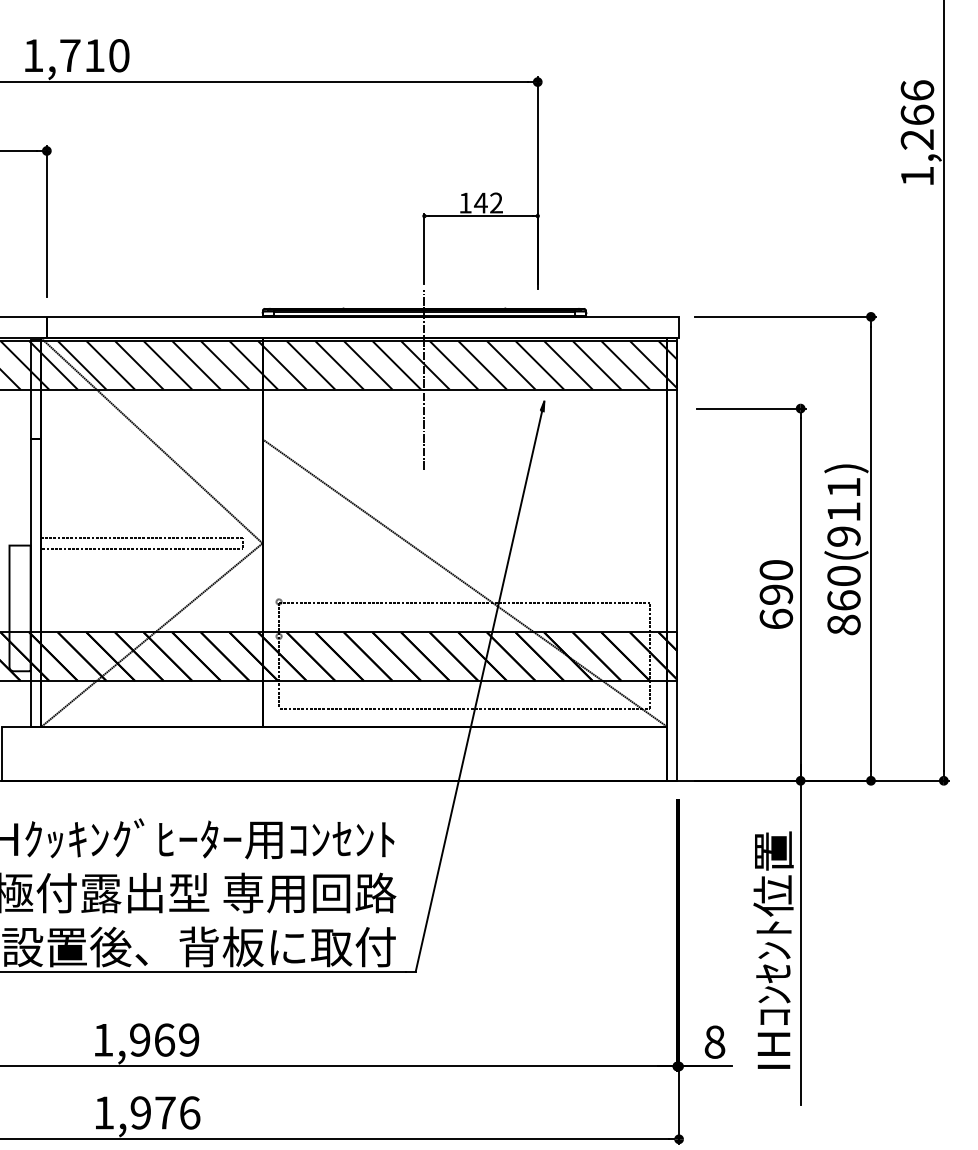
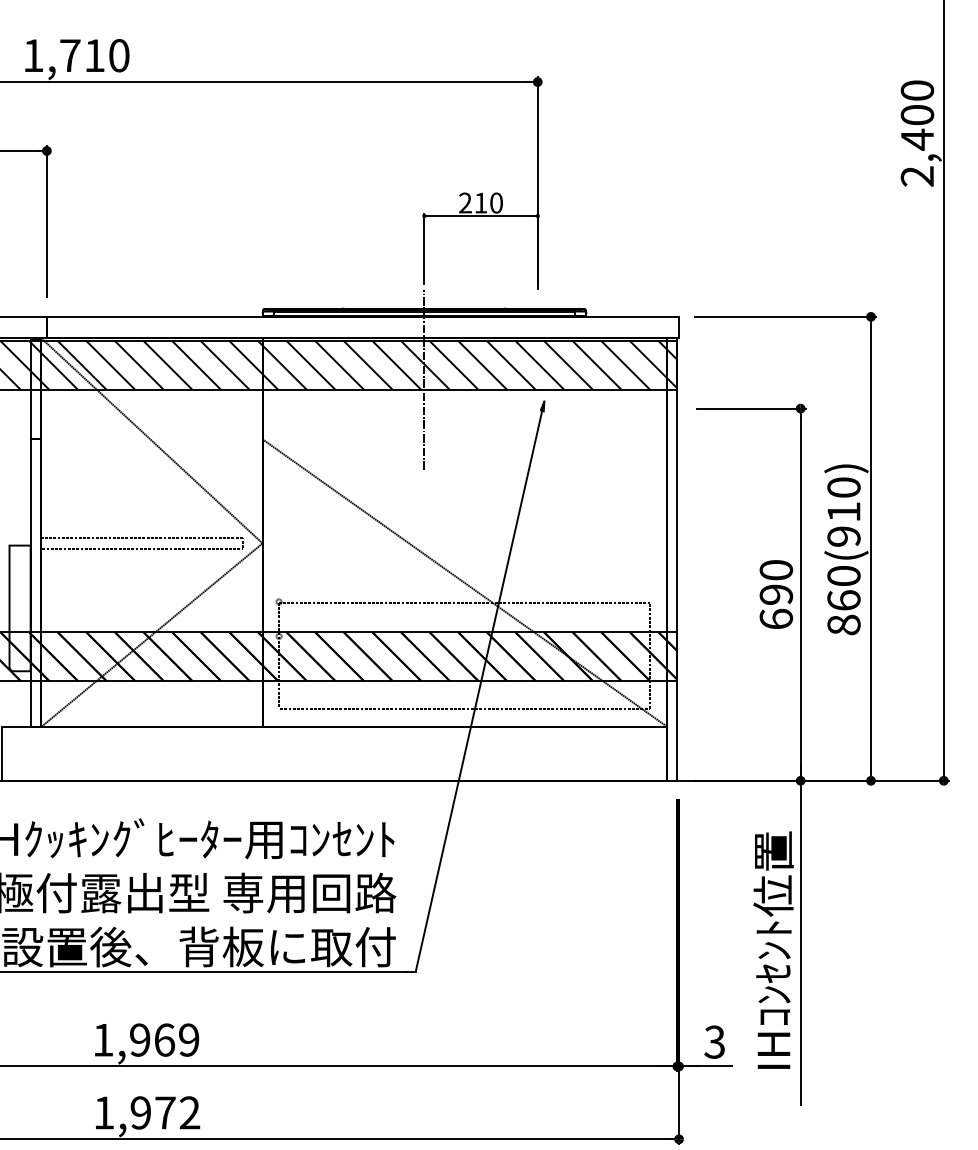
text at (917, 133): 1,266 -> 2,400
text at (480, 202): 142 -> 210
text at (843, 487): 860(911) -> 860(910)
text at (714, 1041): 8 -> 3
text at (189, 1112): 1,976 -> 1,972
